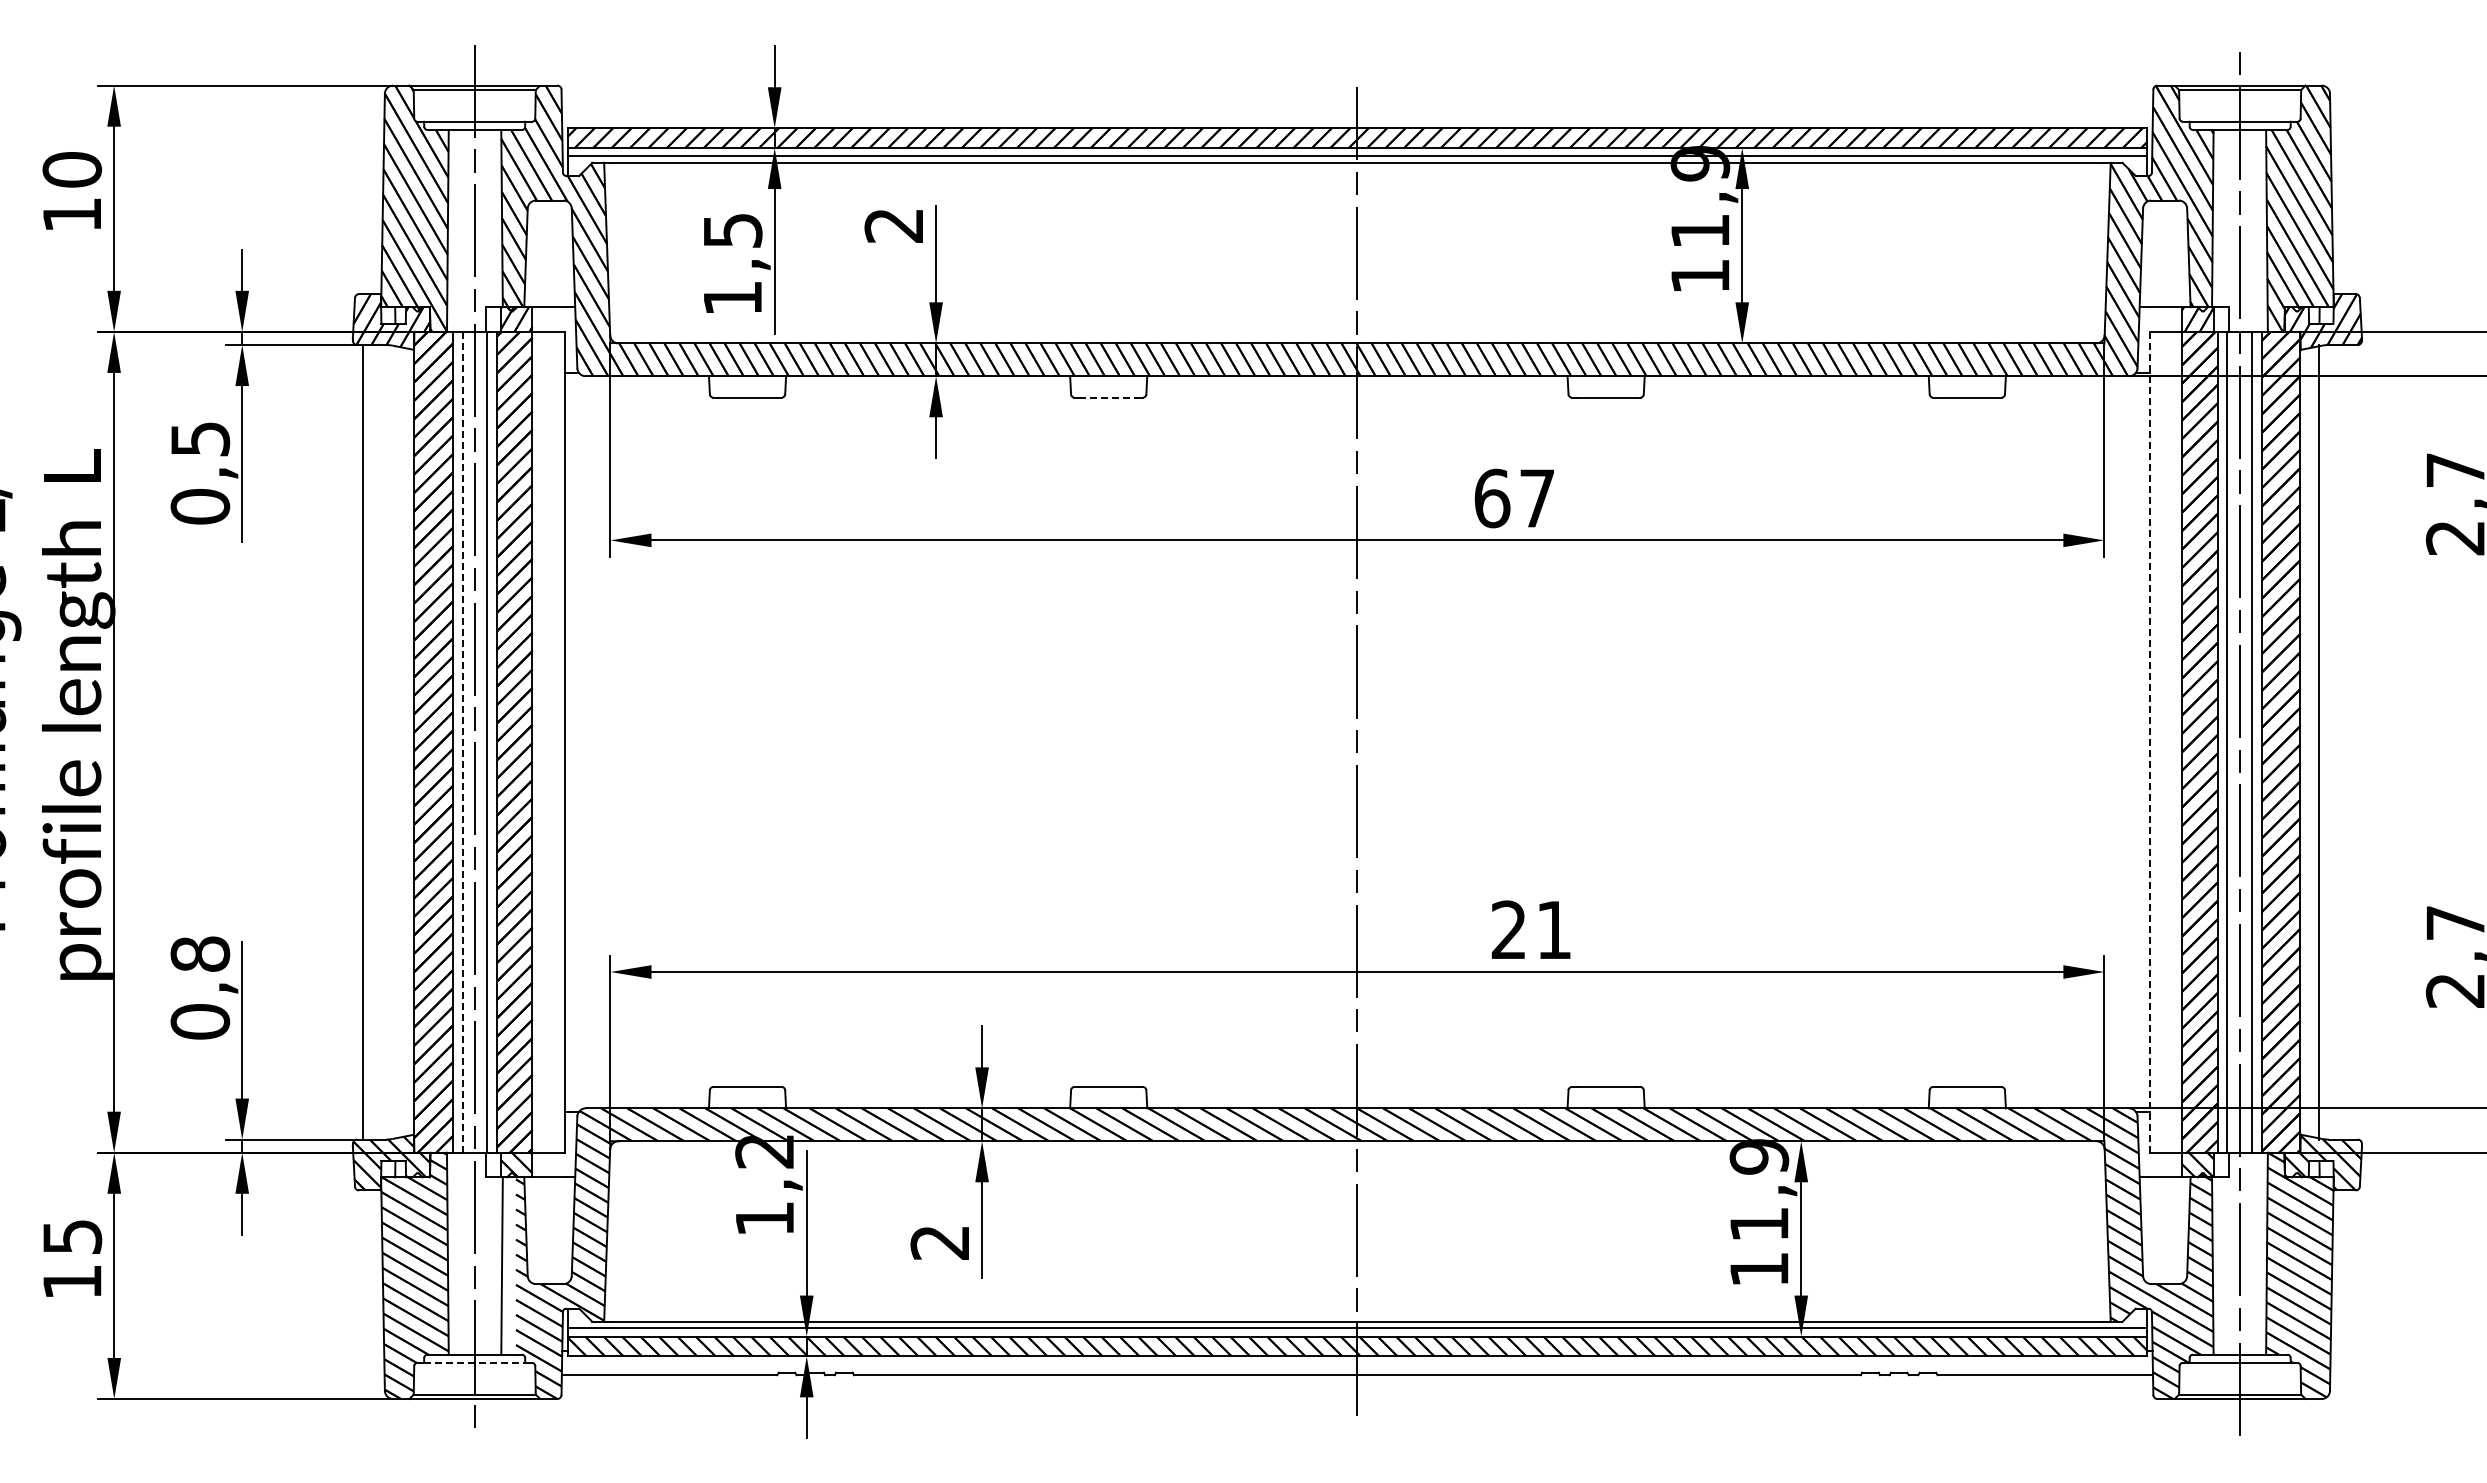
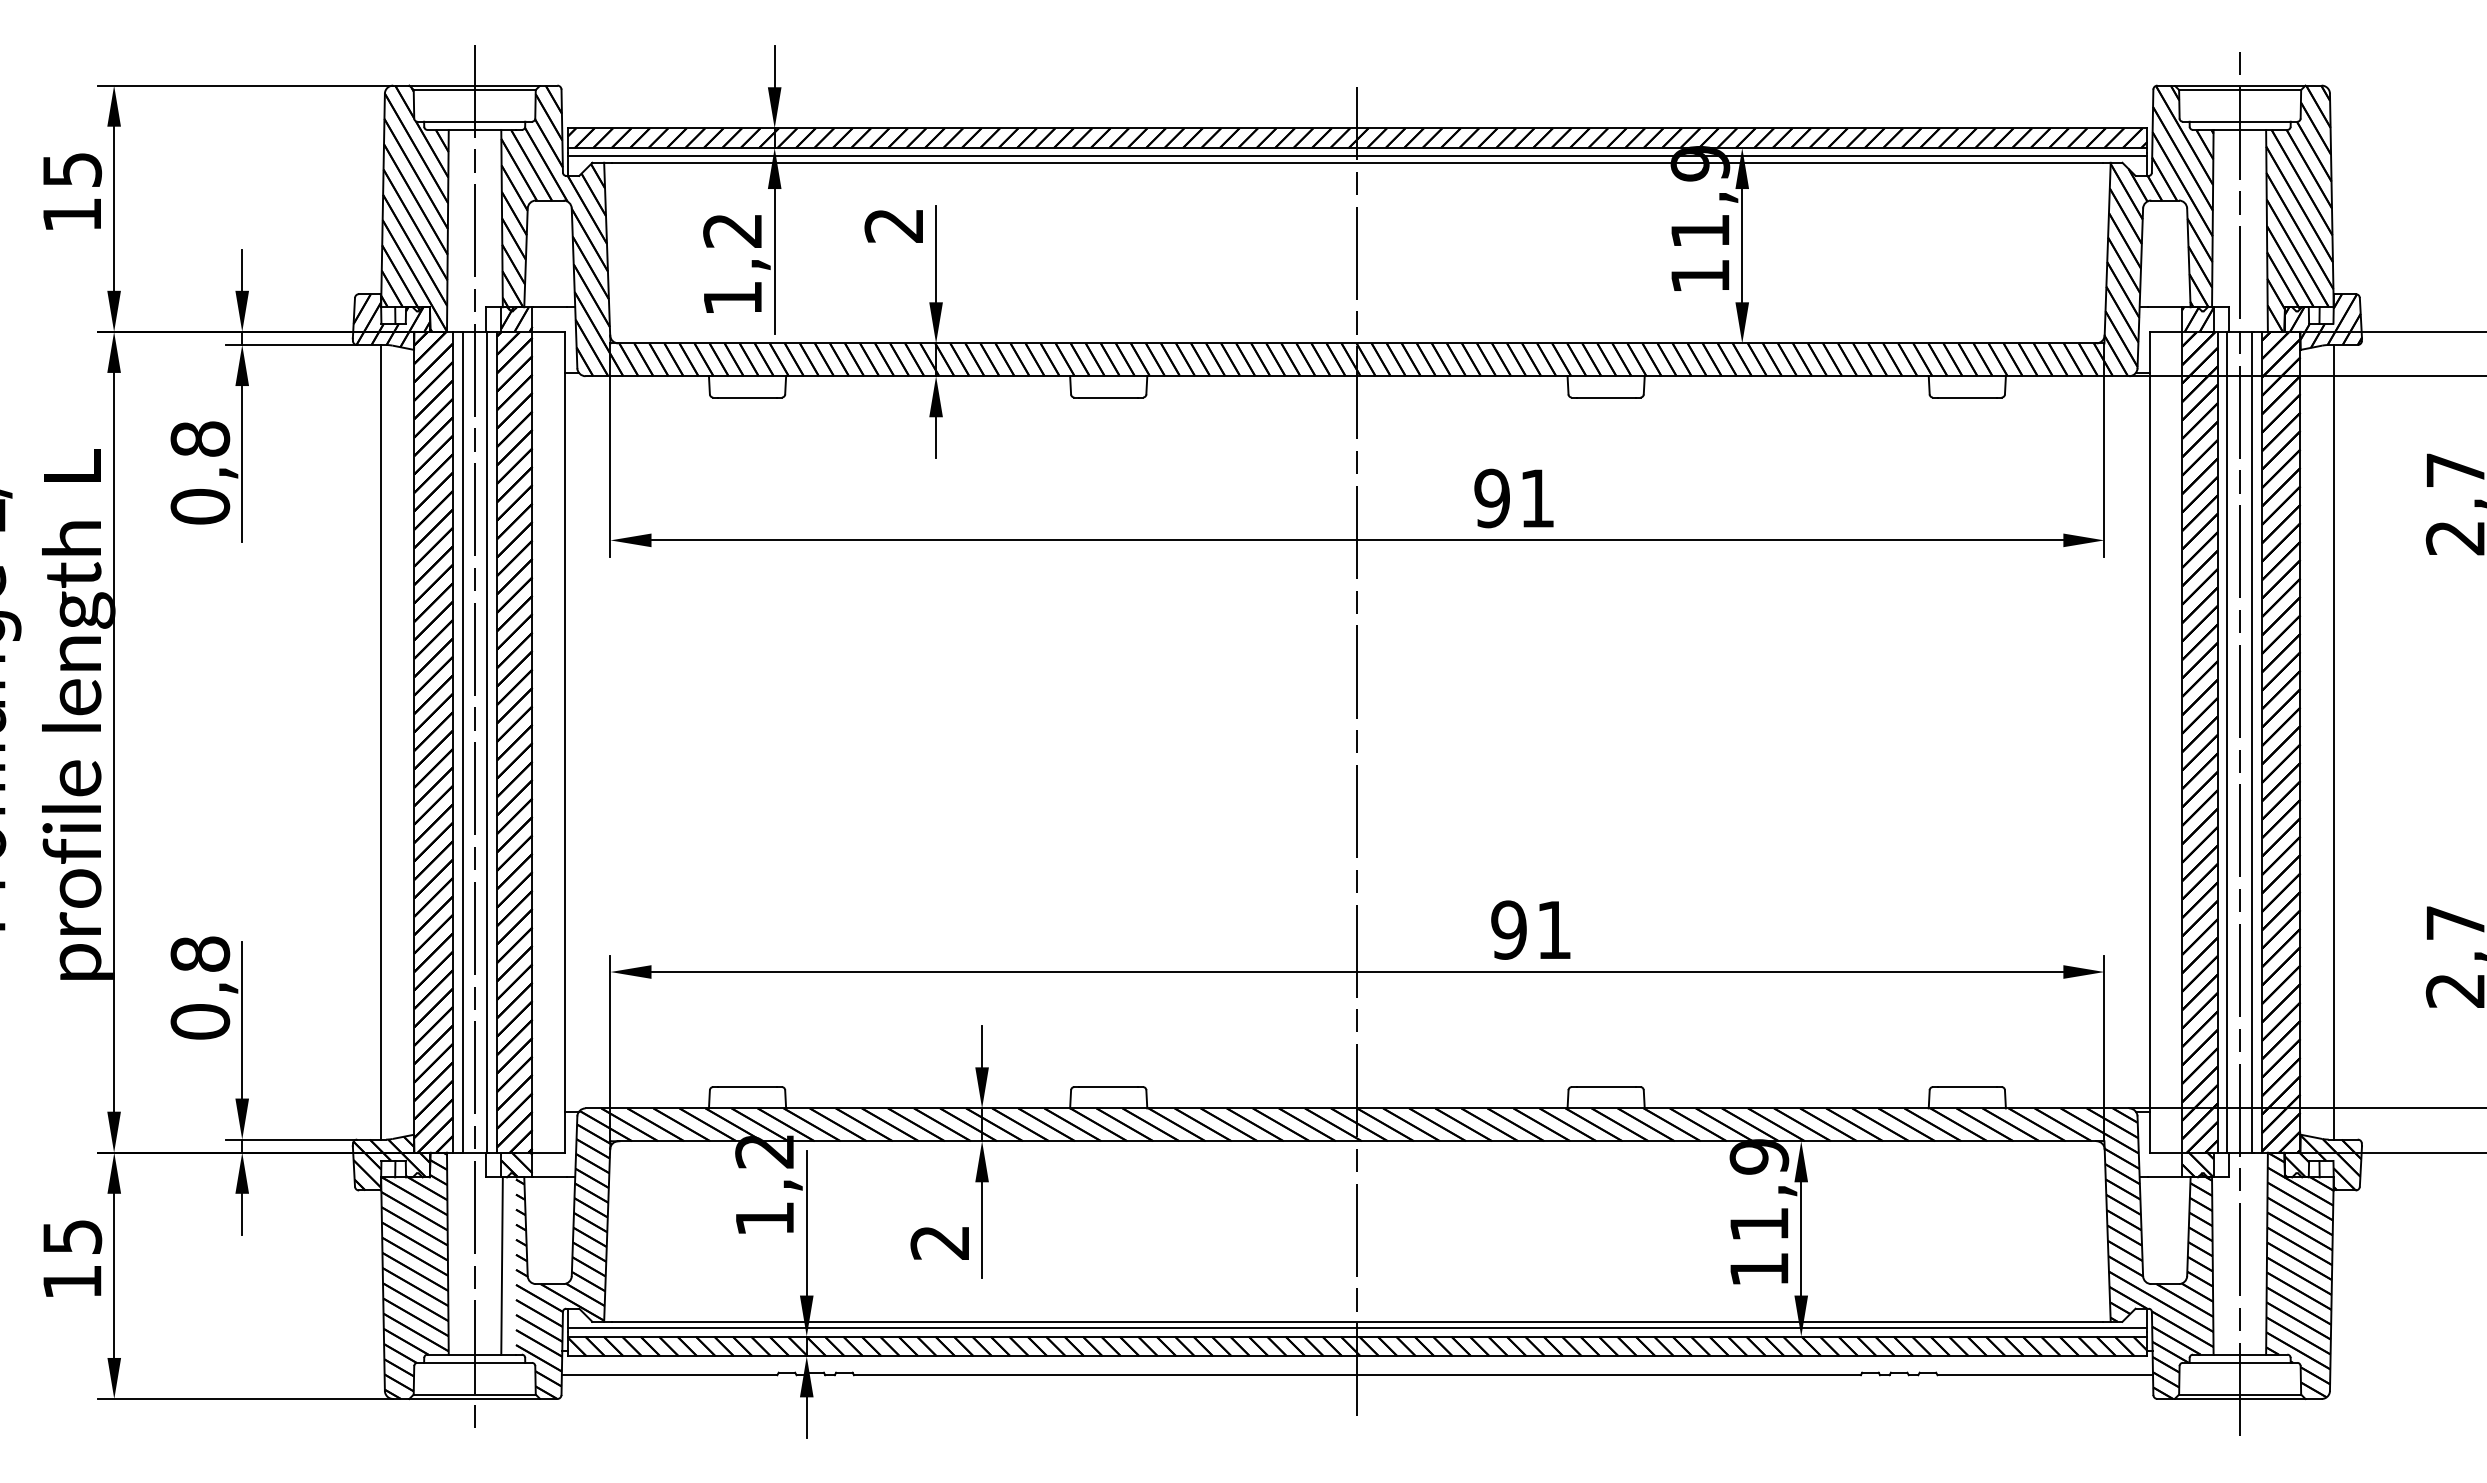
text at (72, 169): 10 -> 15
text at (732, 230): 1,5 -> 1,2
line at (1109, 397): dashed -> solid
text at (200, 438): 0,5 -> 0,8
text at (1513, 498): 67 -> 91
line at (462, 741): dashed -> solid
line at (2149, 741): dashed -> solid
line at (363, 742) position: (363, 742) -> (381, 742)
line at (2318, 742) position: (2318, 742) -> (2333, 742)
text at (1508, 929): 21 -> 91
line at (474, 1362): dashed -> solid
